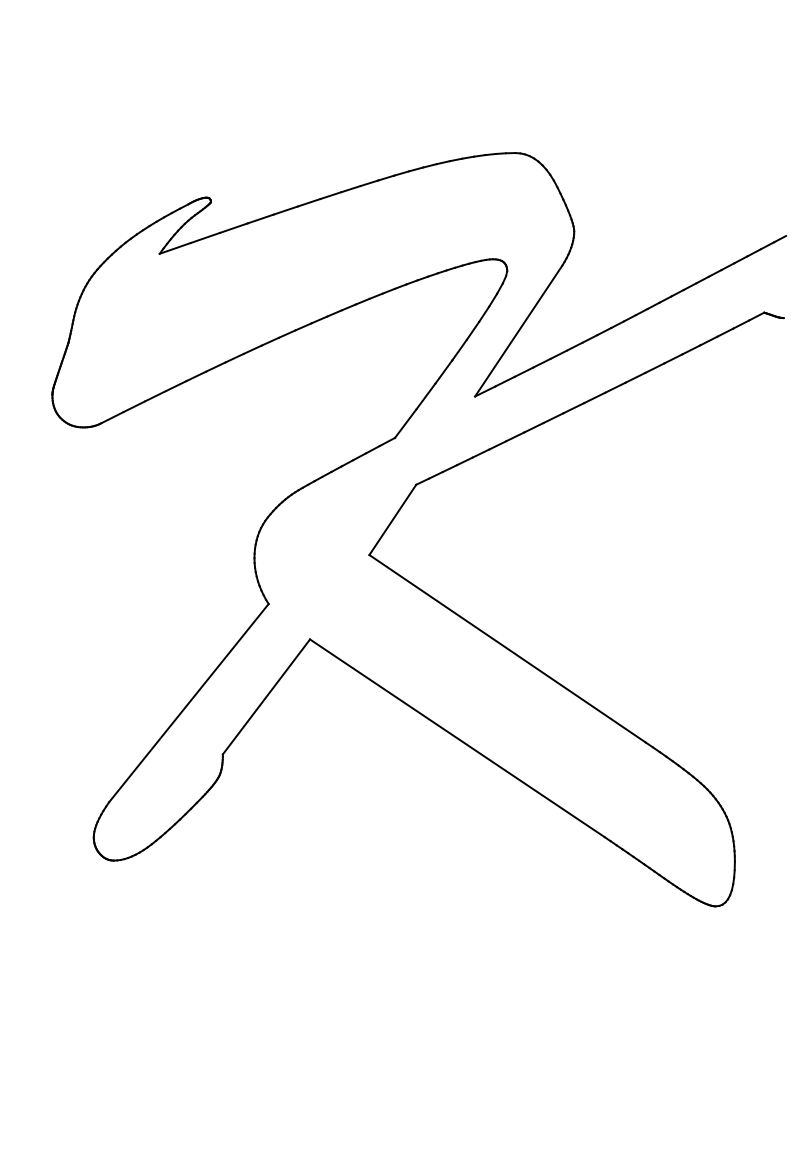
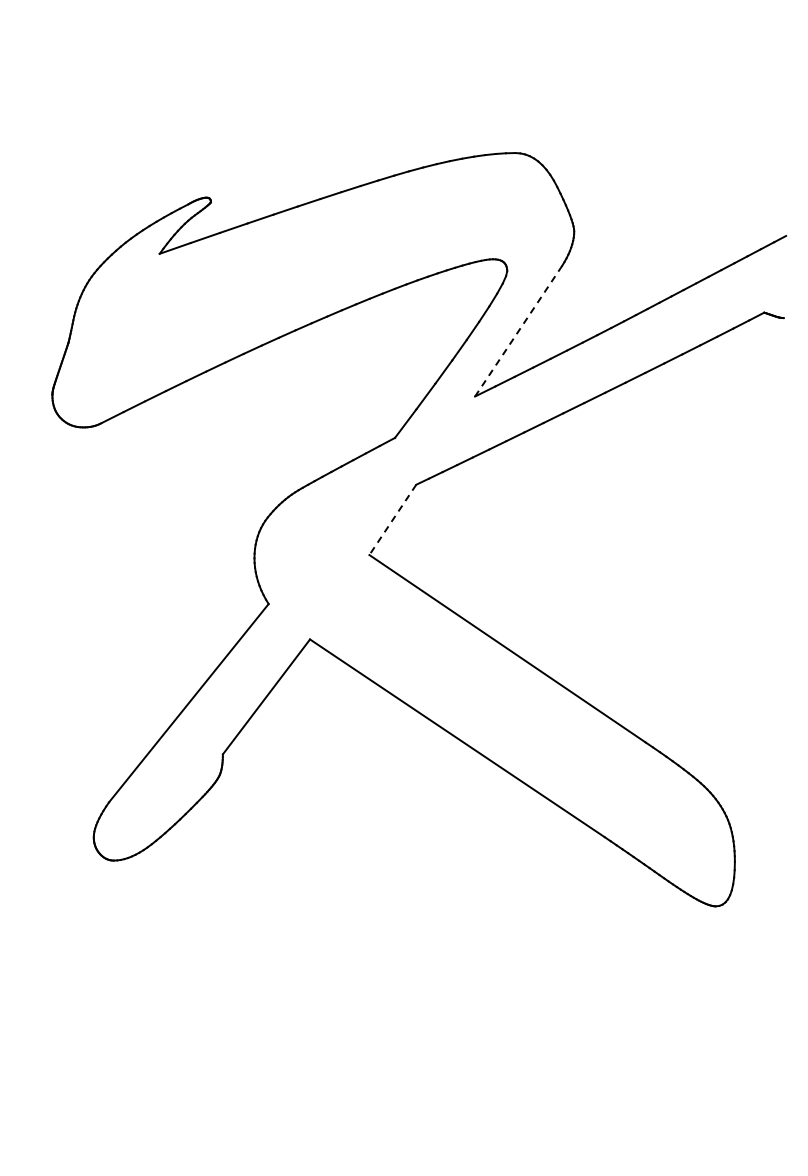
line at (518, 331): solid -> dashed
line at (392, 520): solid -> dashed
